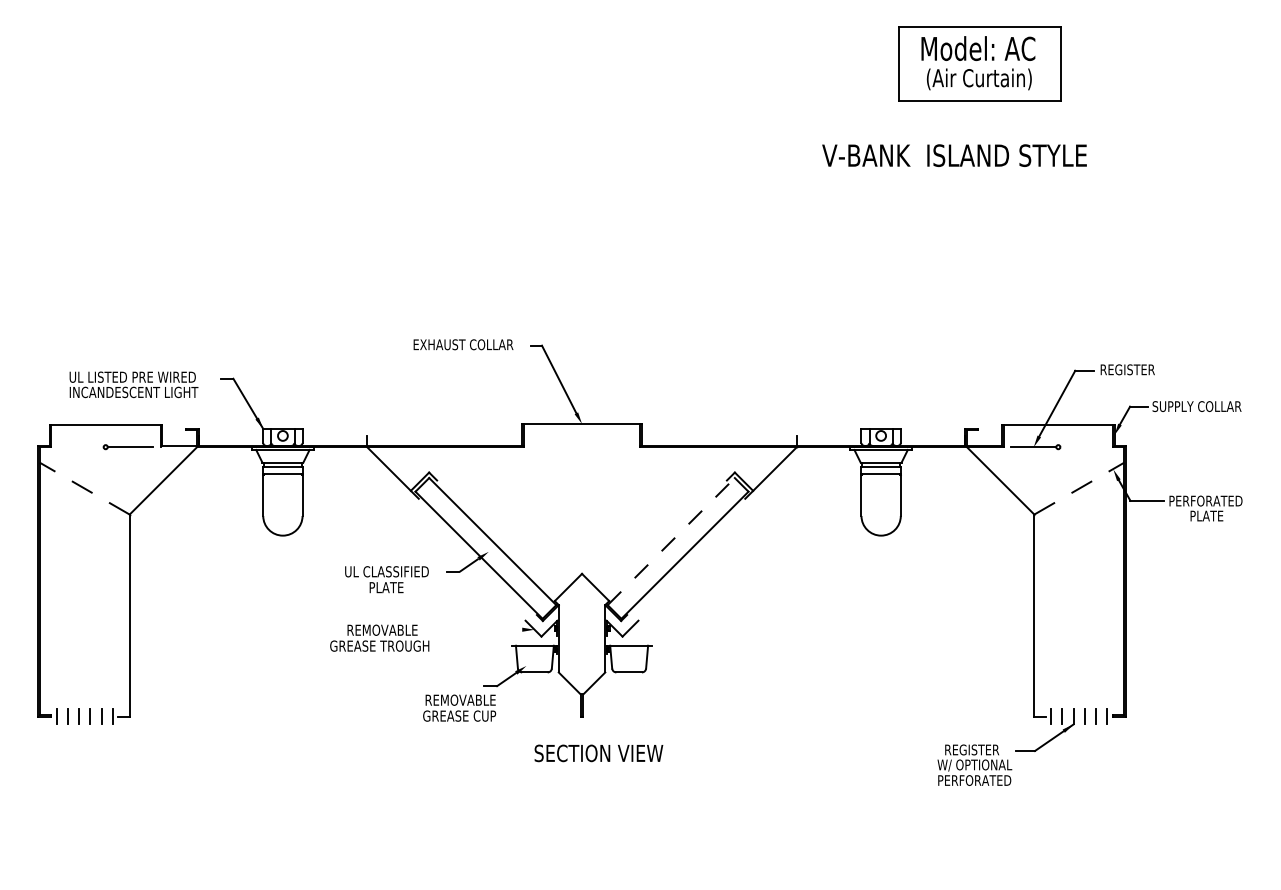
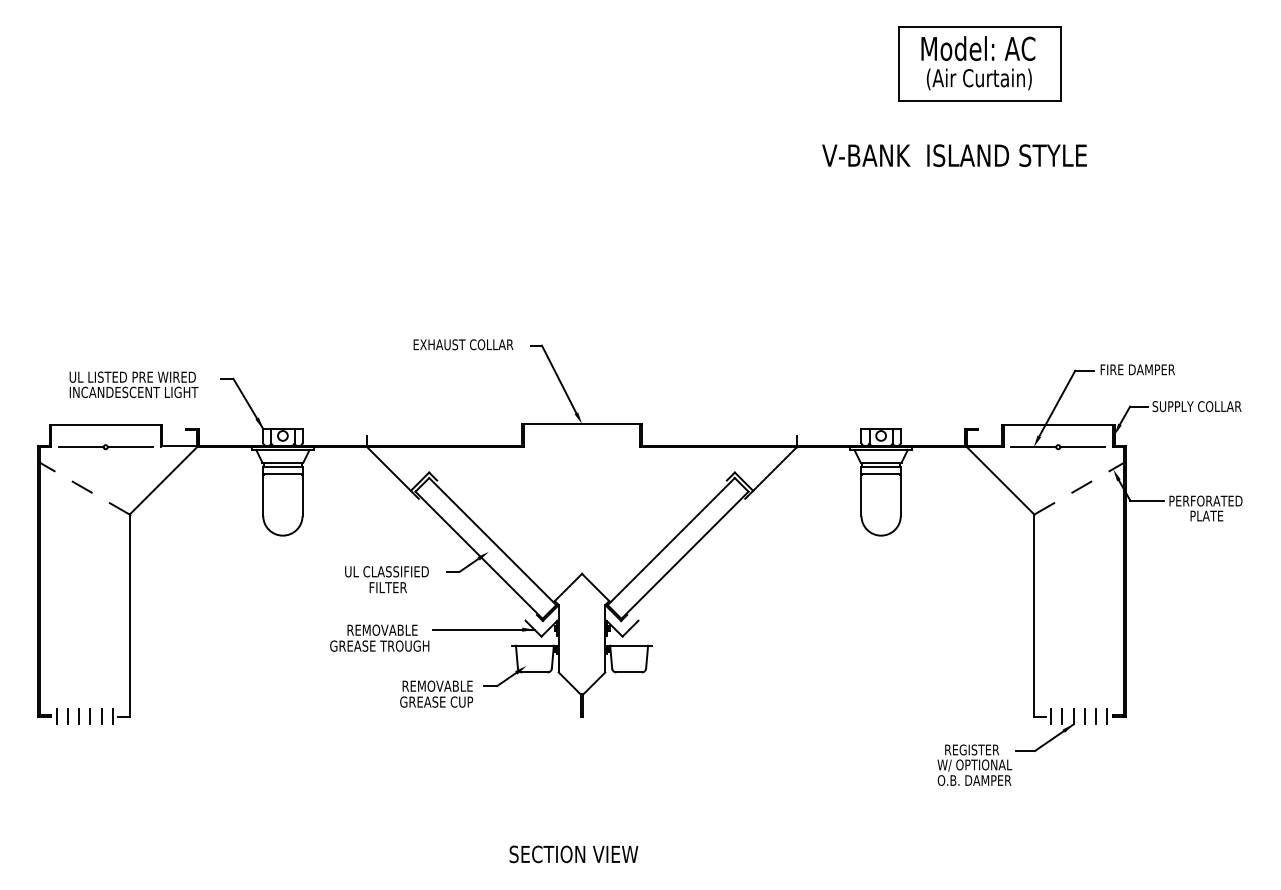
text at (1137, 369): REGISTER -> FIRE DAMPER
line at (80, 447): none -> present
line at (1082, 447): none -> present
line at (671, 541): dashed -> solid
text at (388, 587): PLATE -> FILTER
line at (483, 629): none -> present
text at (459, 707) position: (459, 707) -> (436, 693)
text at (598, 753) position: (598, 753) -> (573, 854)
text at (974, 780): PERFORATED -> O.B. DAMPER
